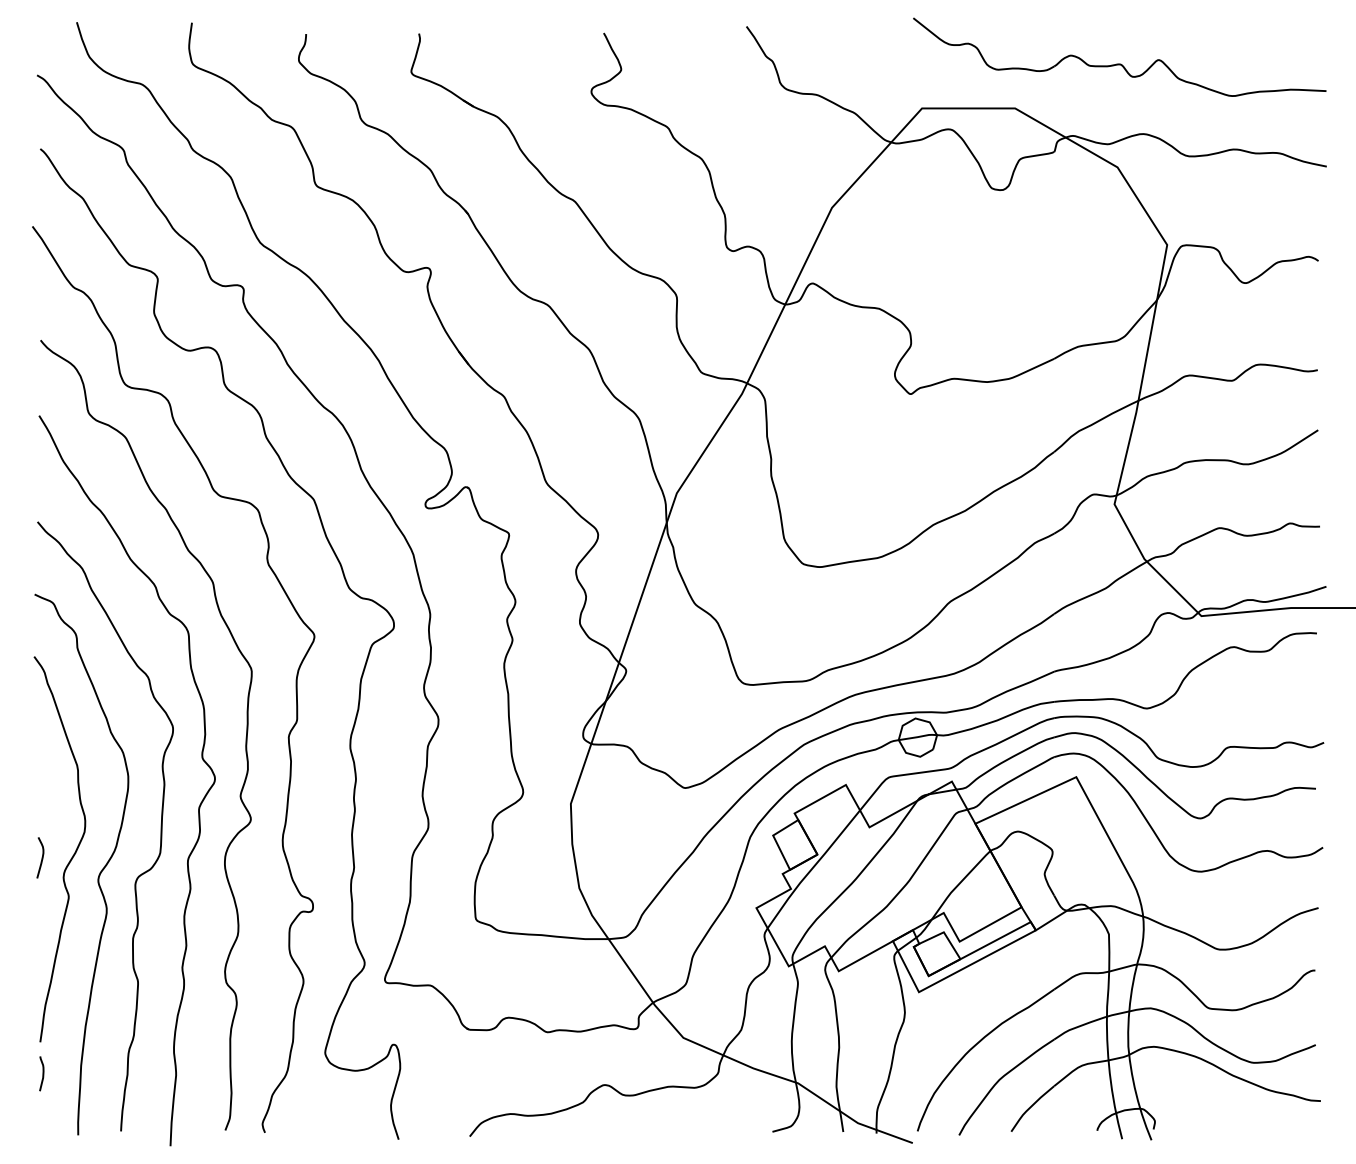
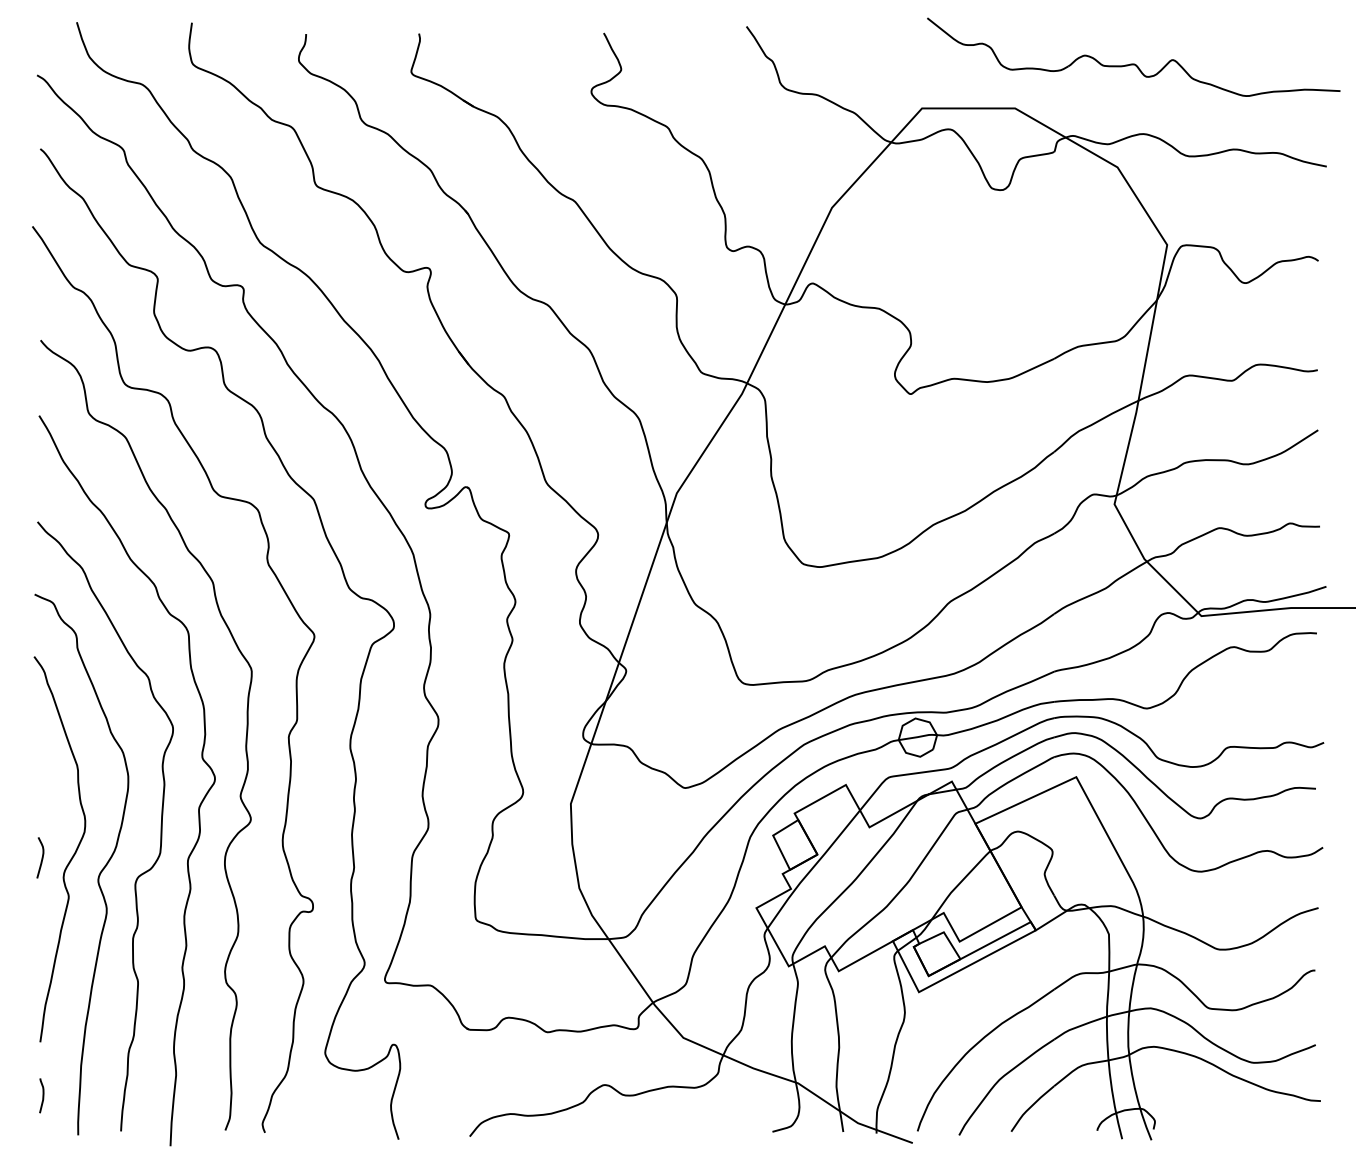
part at (1119, 63) position: (1119, 63) -> (1133, 63)
curve at (42, 1073) position: (42, 1073) -> (42, 1095)
